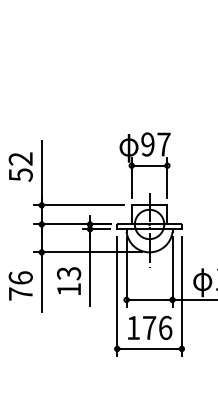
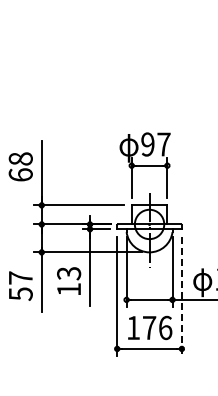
text at (20, 166): 52 -> 68
text at (20, 285): 76 -> 57
line at (181, 296): solid -> dashed
